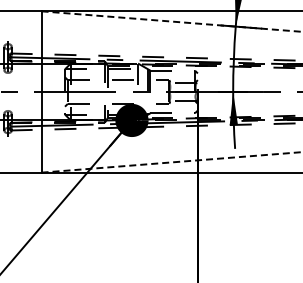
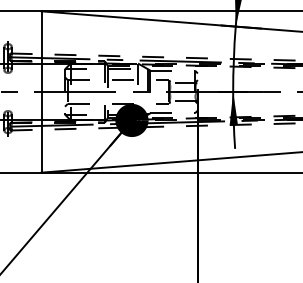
line at (172, 21): dashed -> solid
line at (172, 162): dashed -> solid
